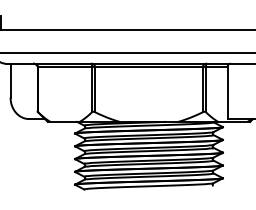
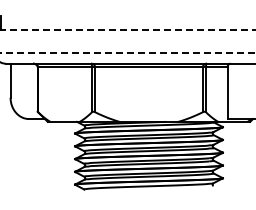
line at (127, 30): solid -> dashed
line at (127, 53): solid -> dashed
